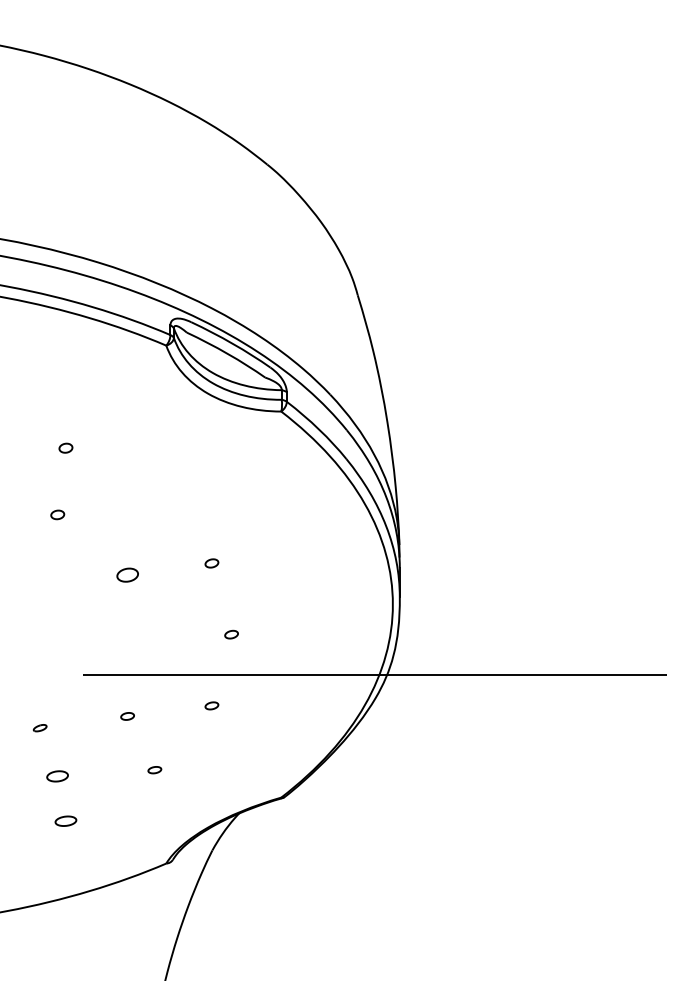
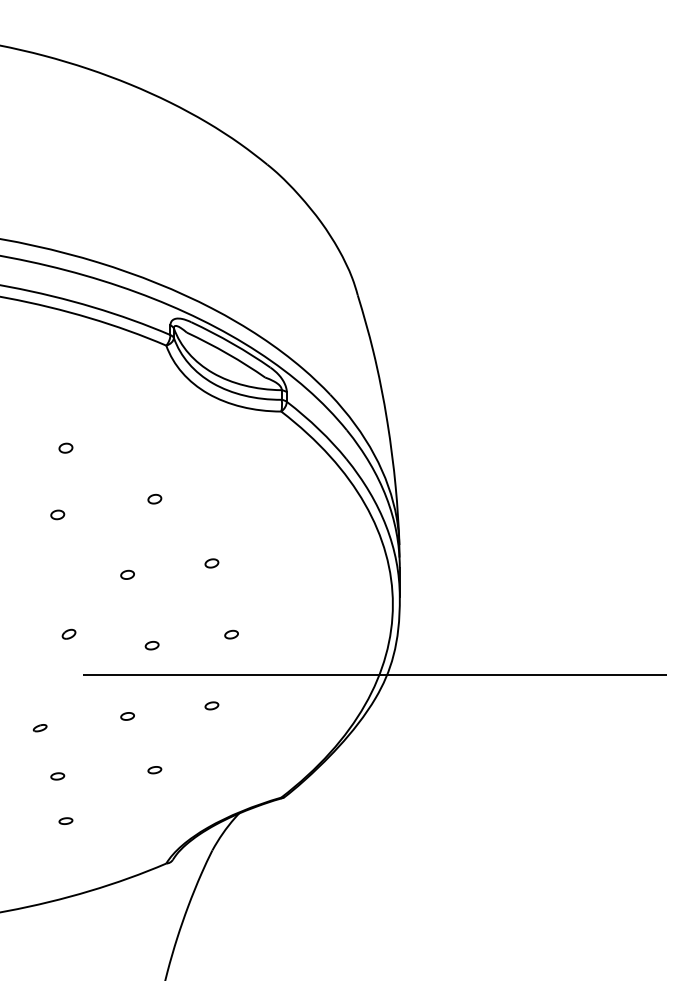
part at (154, 499): none -> present
part at (127, 574) size: 23x16 px -> 15x11 px
part at (68, 633): none -> present
part at (151, 645): none -> present
part at (57, 776) size: 23x13 px -> 16x9 px
part at (65, 820) size: 24x12 px -> 16x8 px
